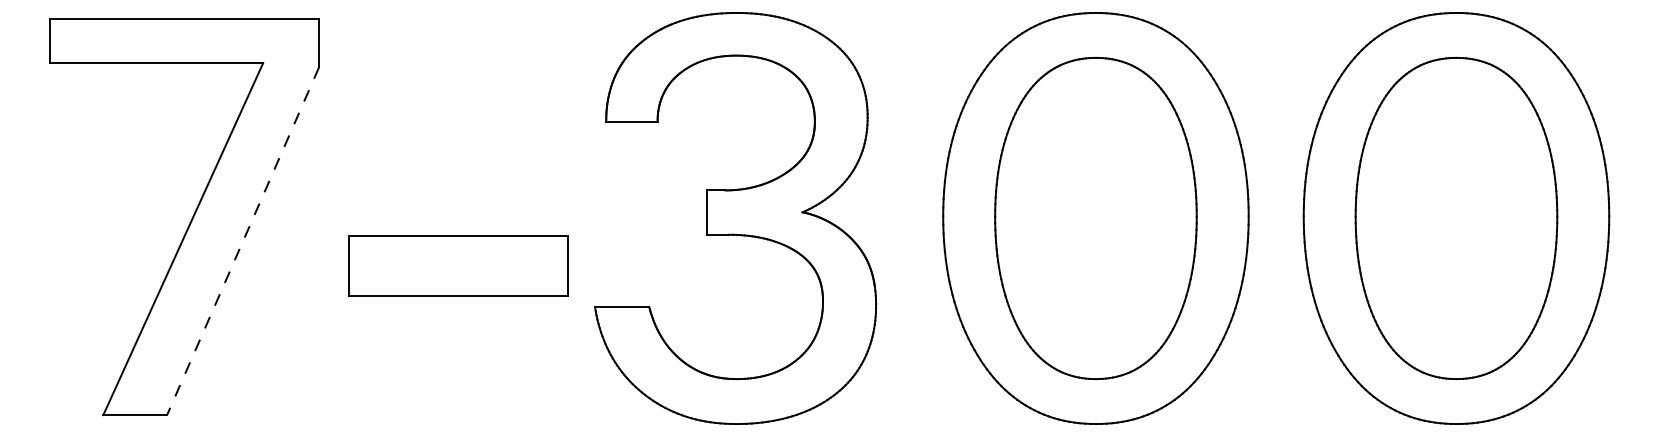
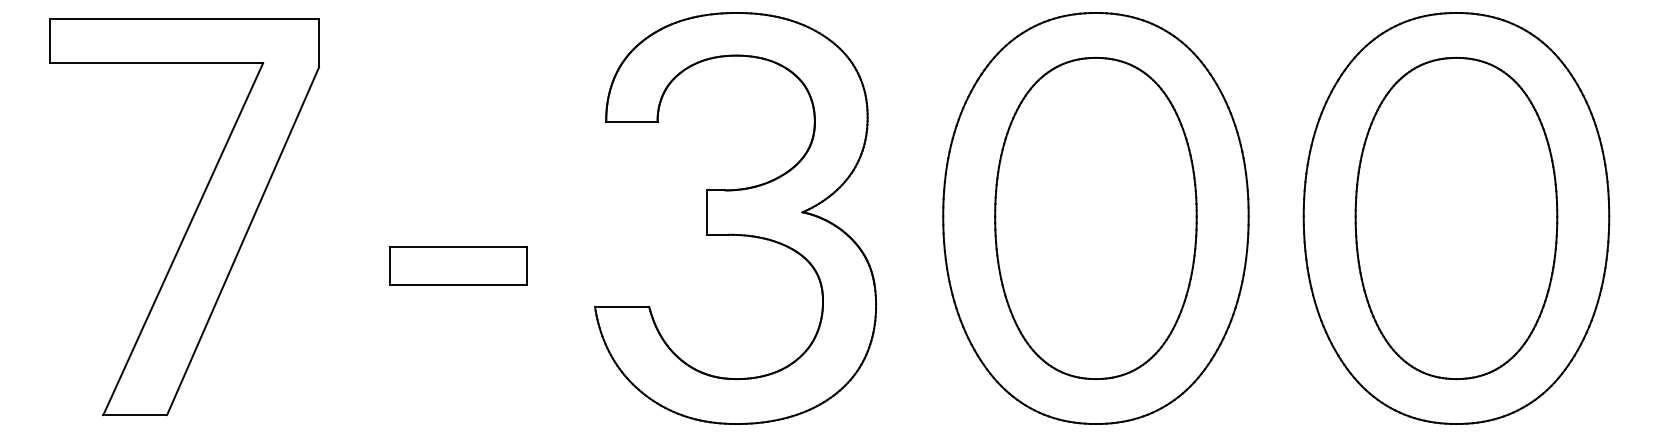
line at (243, 241): dashed -> solid
part at (458, 265) size: 221x62 px -> 139x40 px
